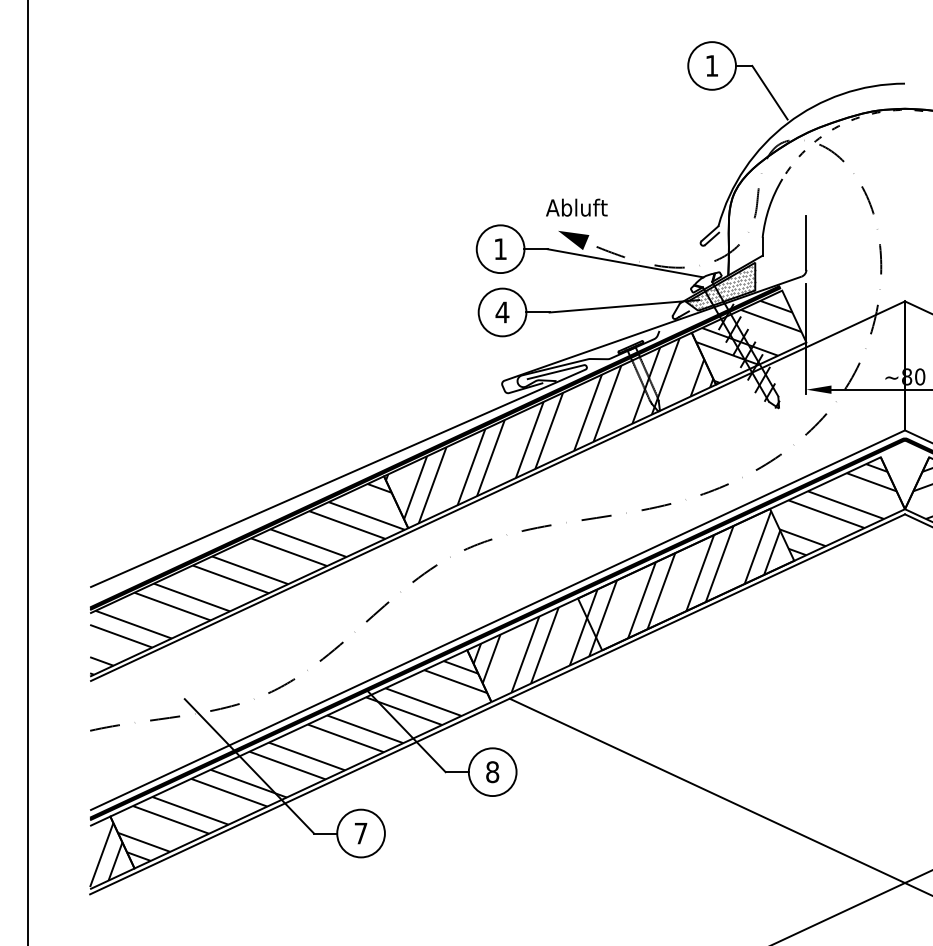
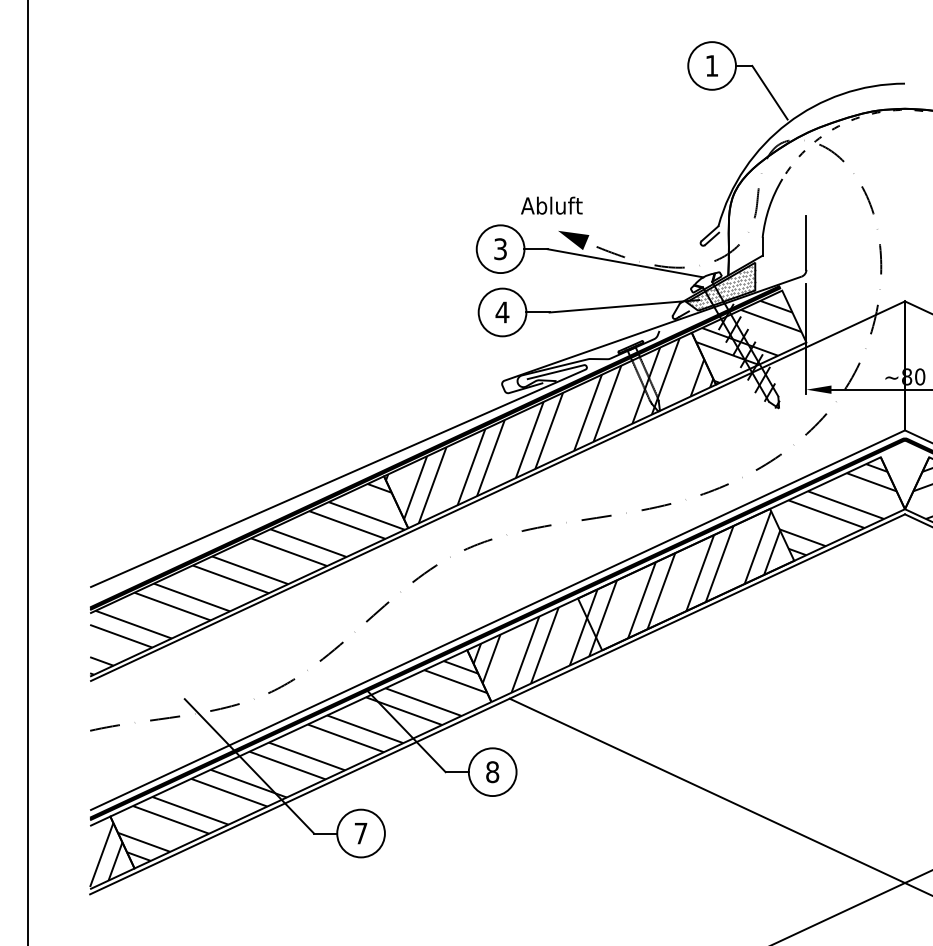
text at (576, 207) position: (576, 207) -> (551, 205)
text at (500, 249): 1 -> 3
